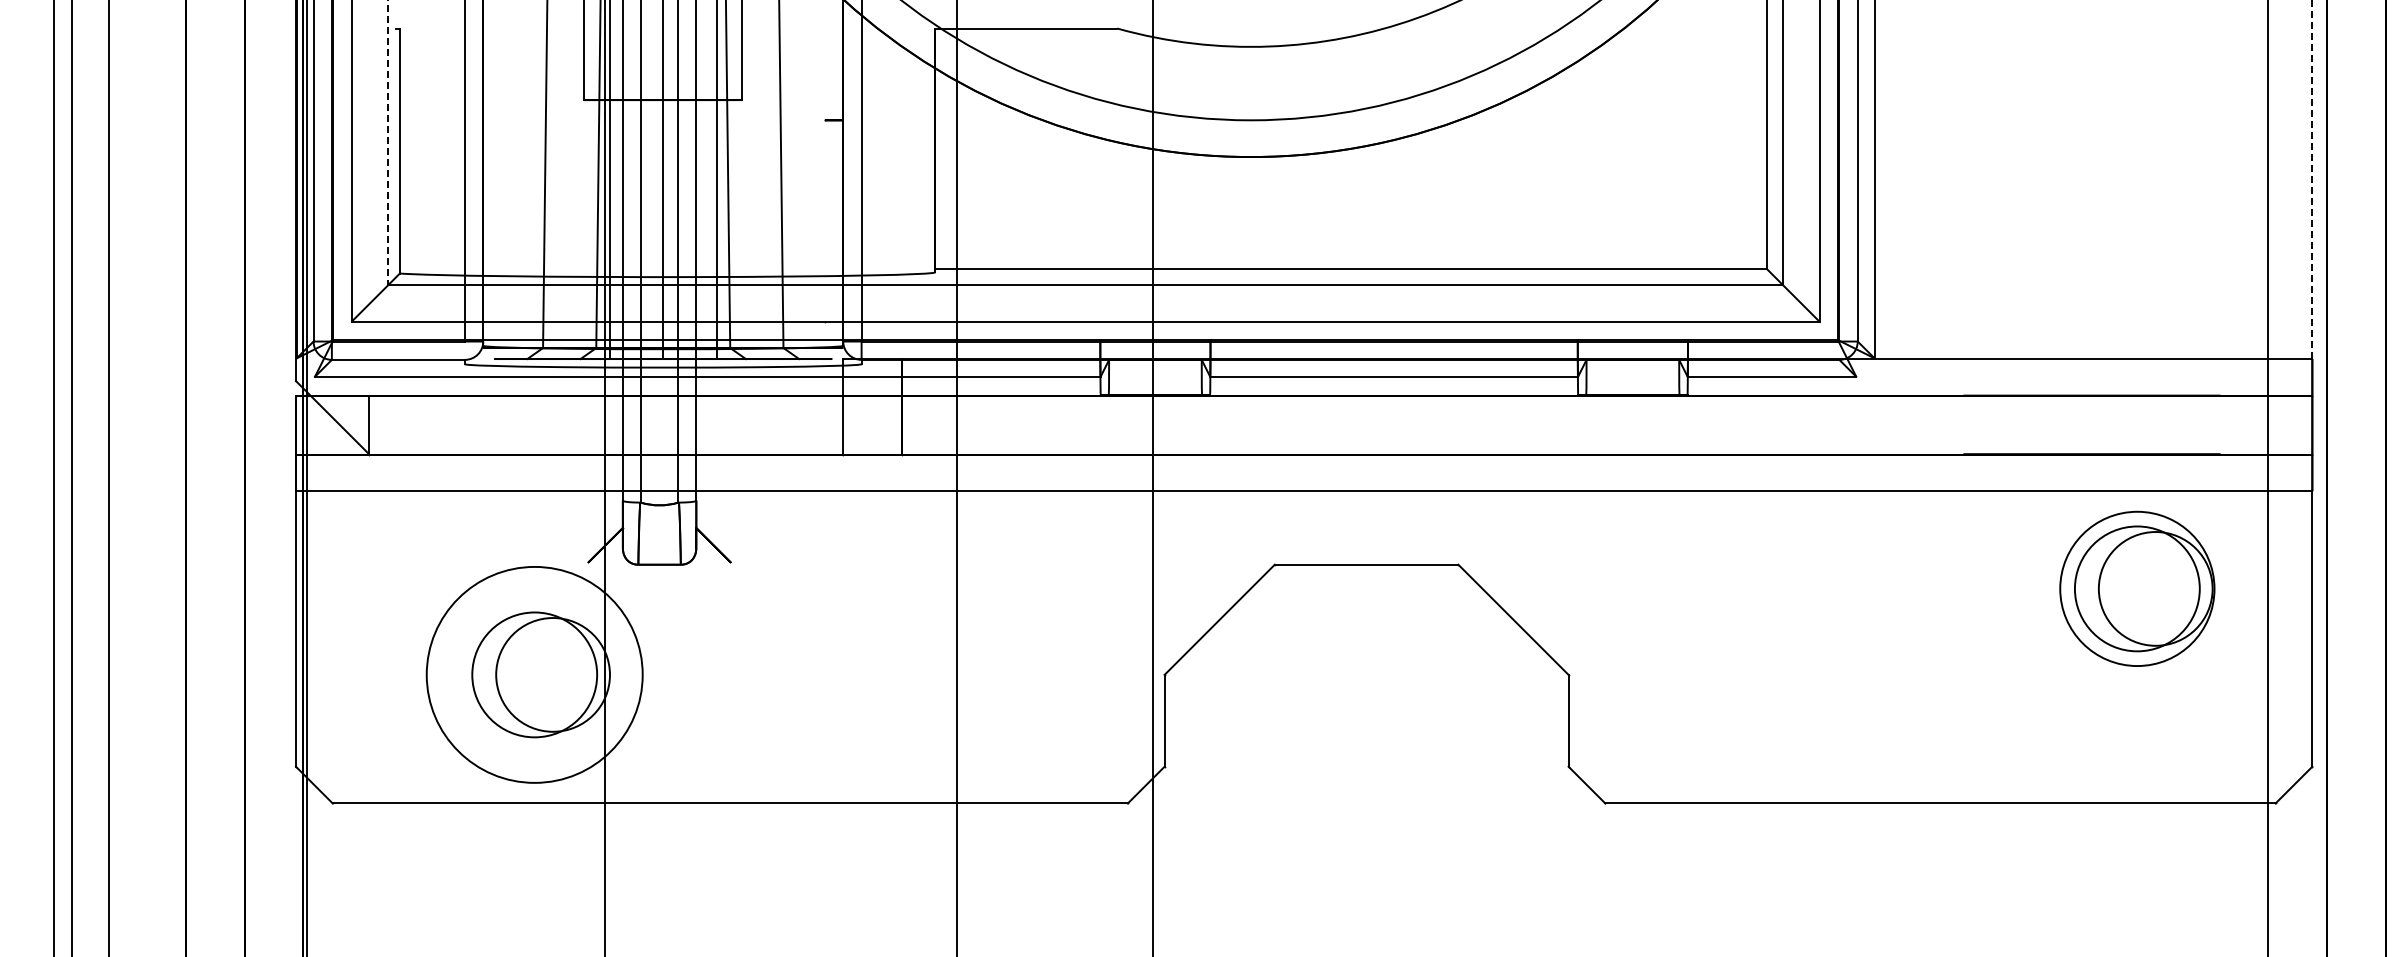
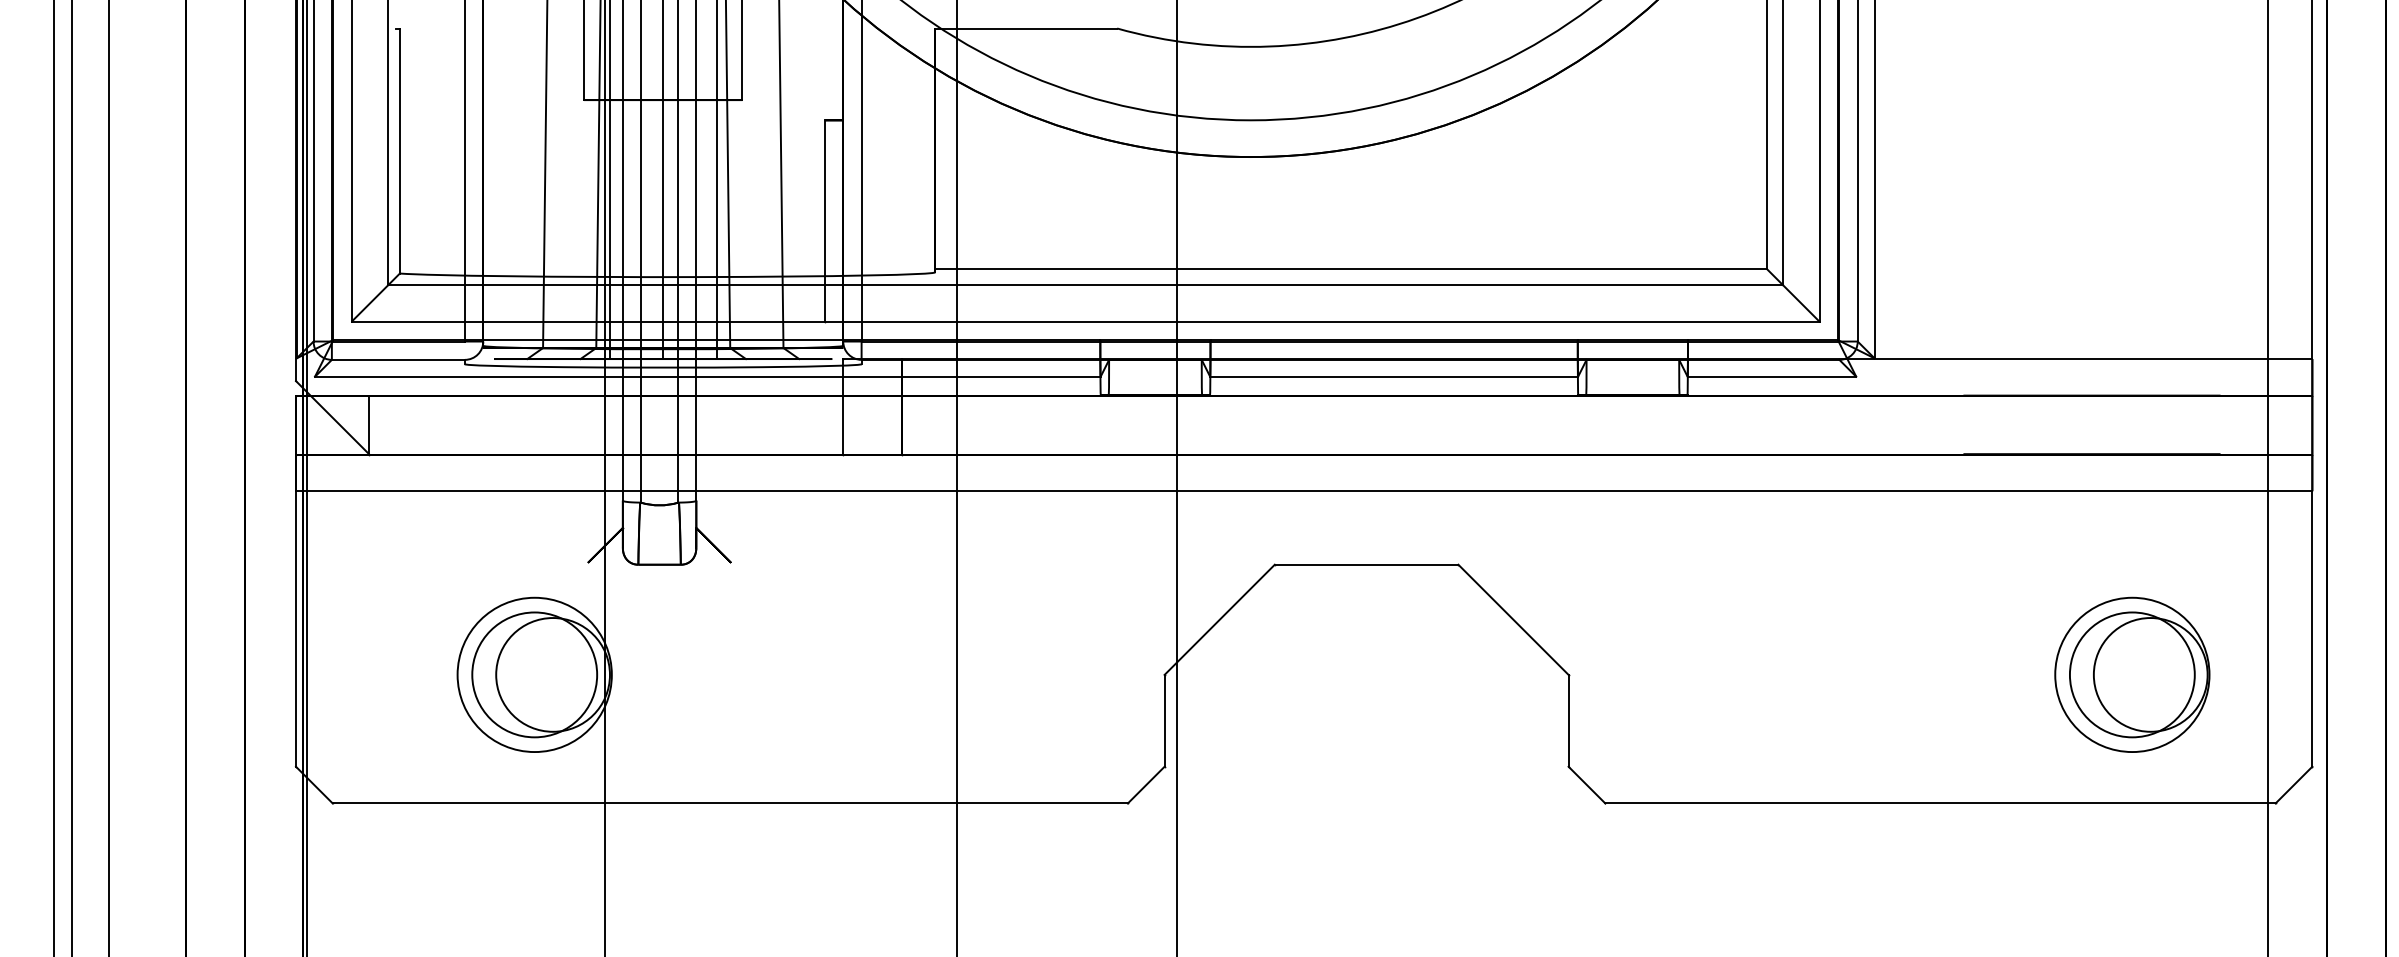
line at (388, 142): dashed -> solid
line at (2312, 179): dashed -> solid
line at (824, 221): none -> present
line at (1153, 477) position: (1153, 477) -> (1177, 477)
part at (2137, 588) position: (2137, 588) -> (2132, 674)
circle at (534, 674) diameter: 216 px -> 154 px
